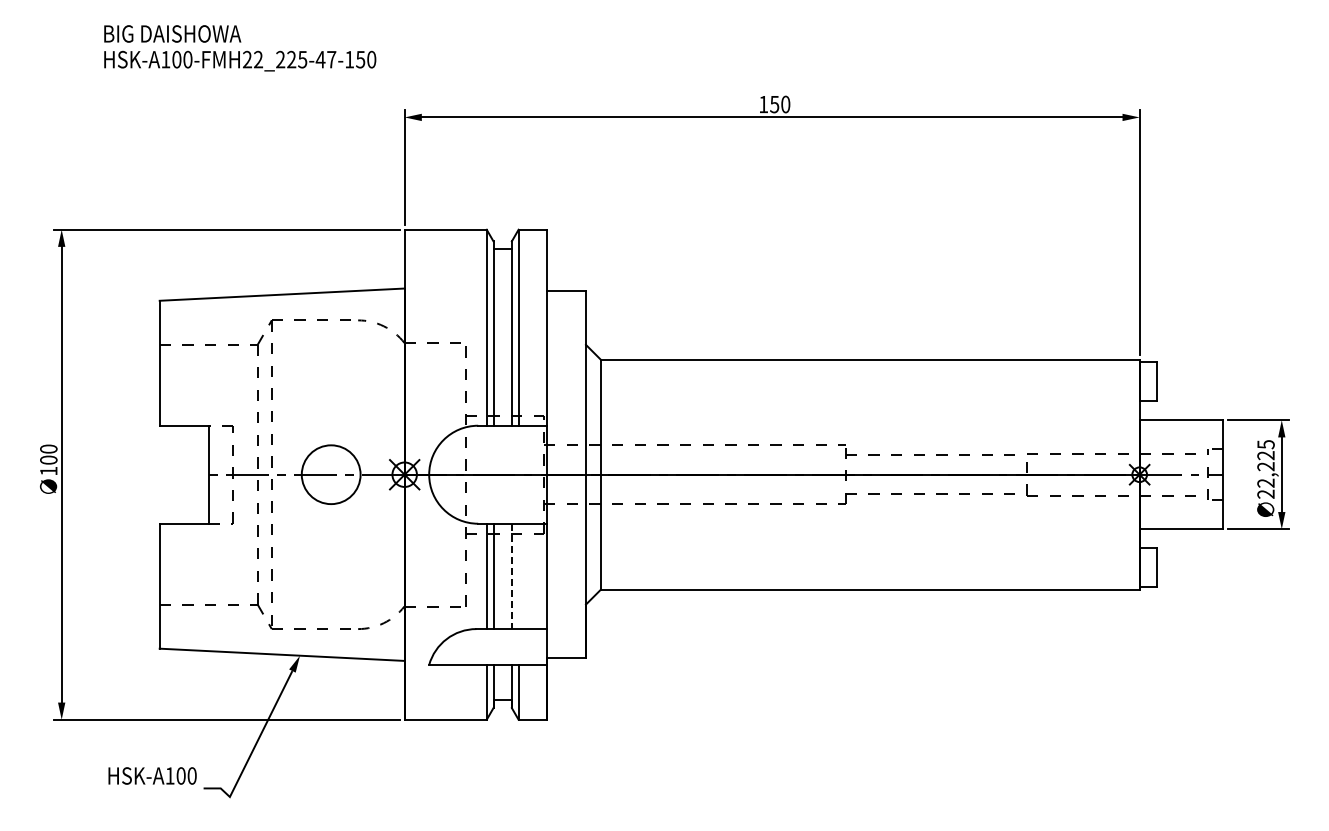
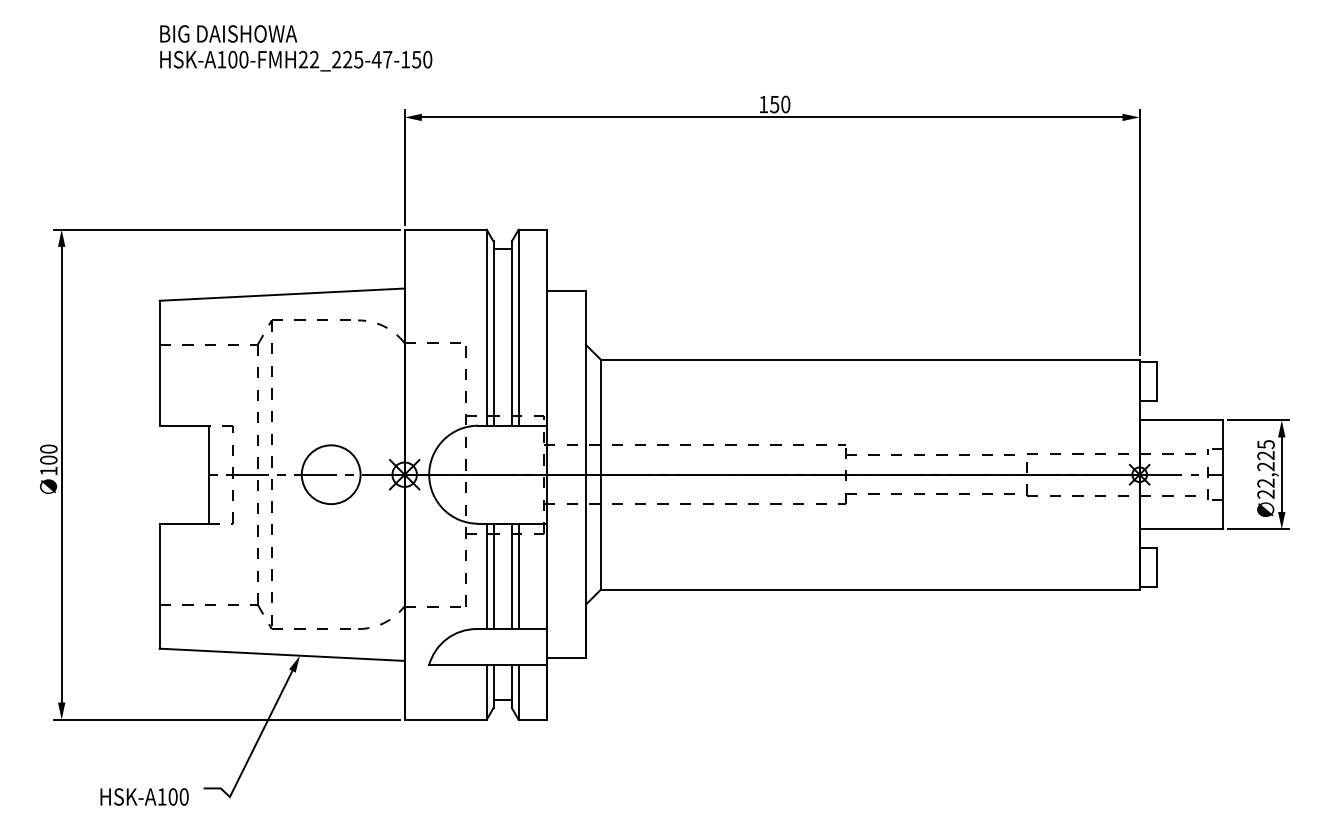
text at (240, 48) position: (240, 48) -> (296, 48)
line at (511, 576): dashed -> solid
line at (518, 576): none -> present
text at (152, 775) position: (152, 775) -> (144, 796)
